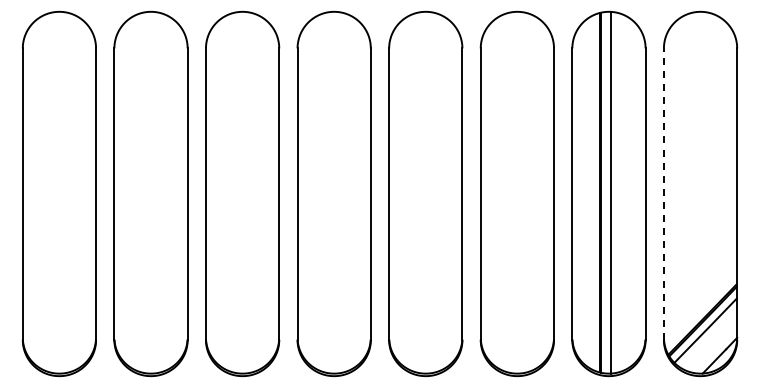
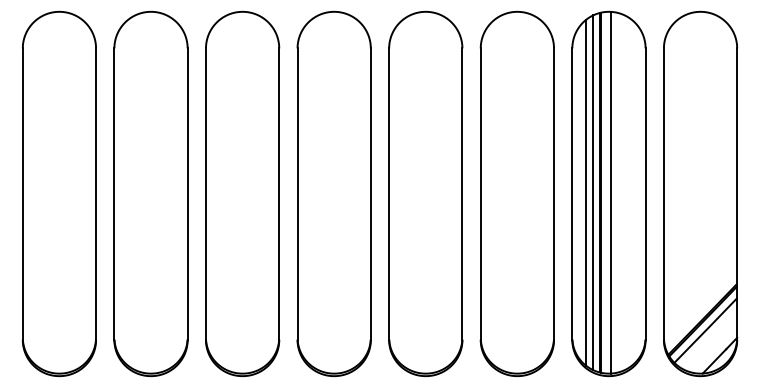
line at (586, 192): none -> present
line at (593, 192): none -> present
line at (663, 194): dashed -> solid
